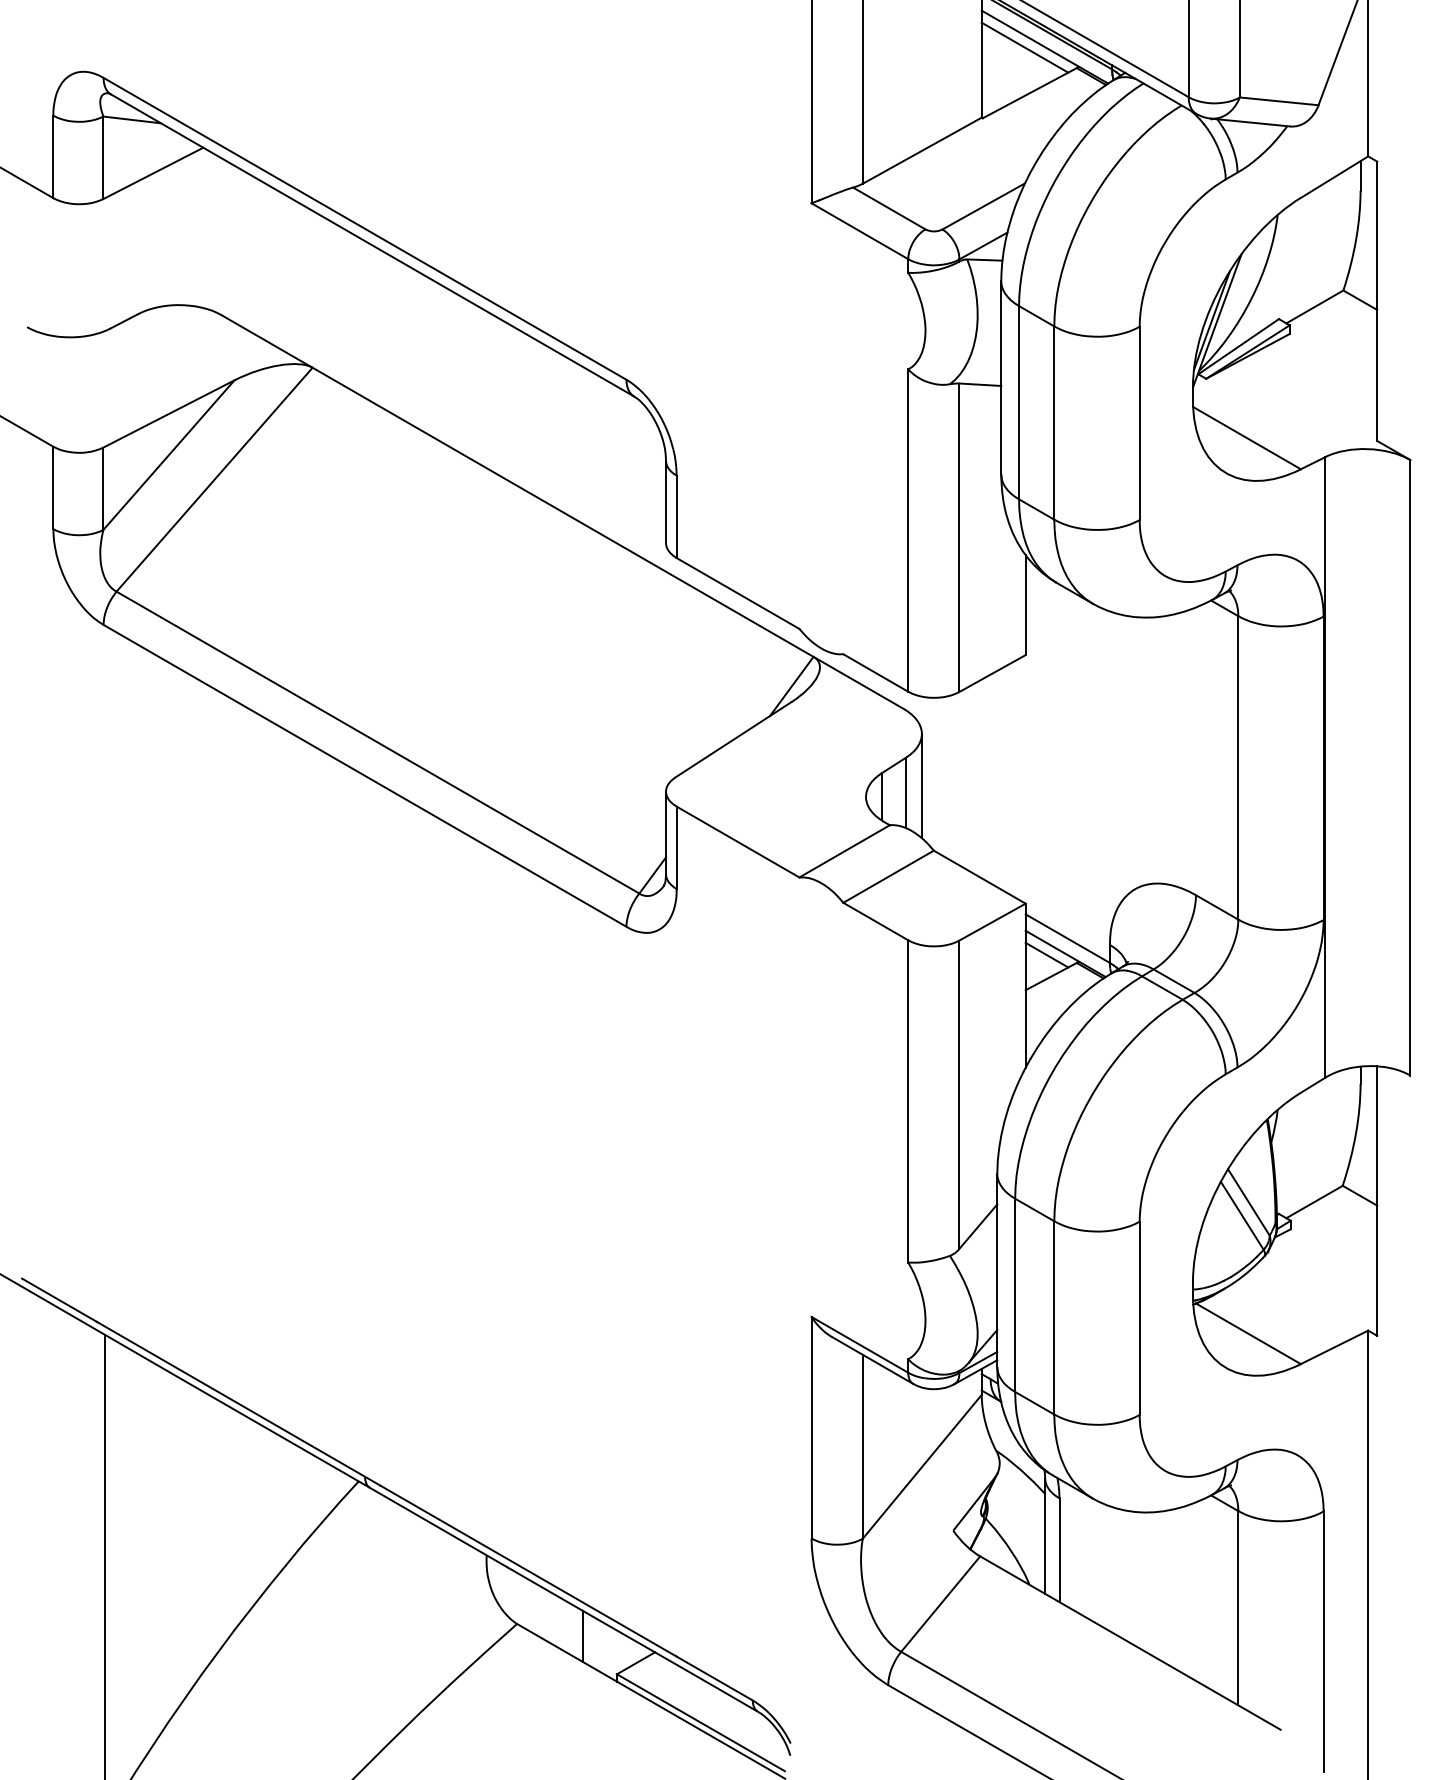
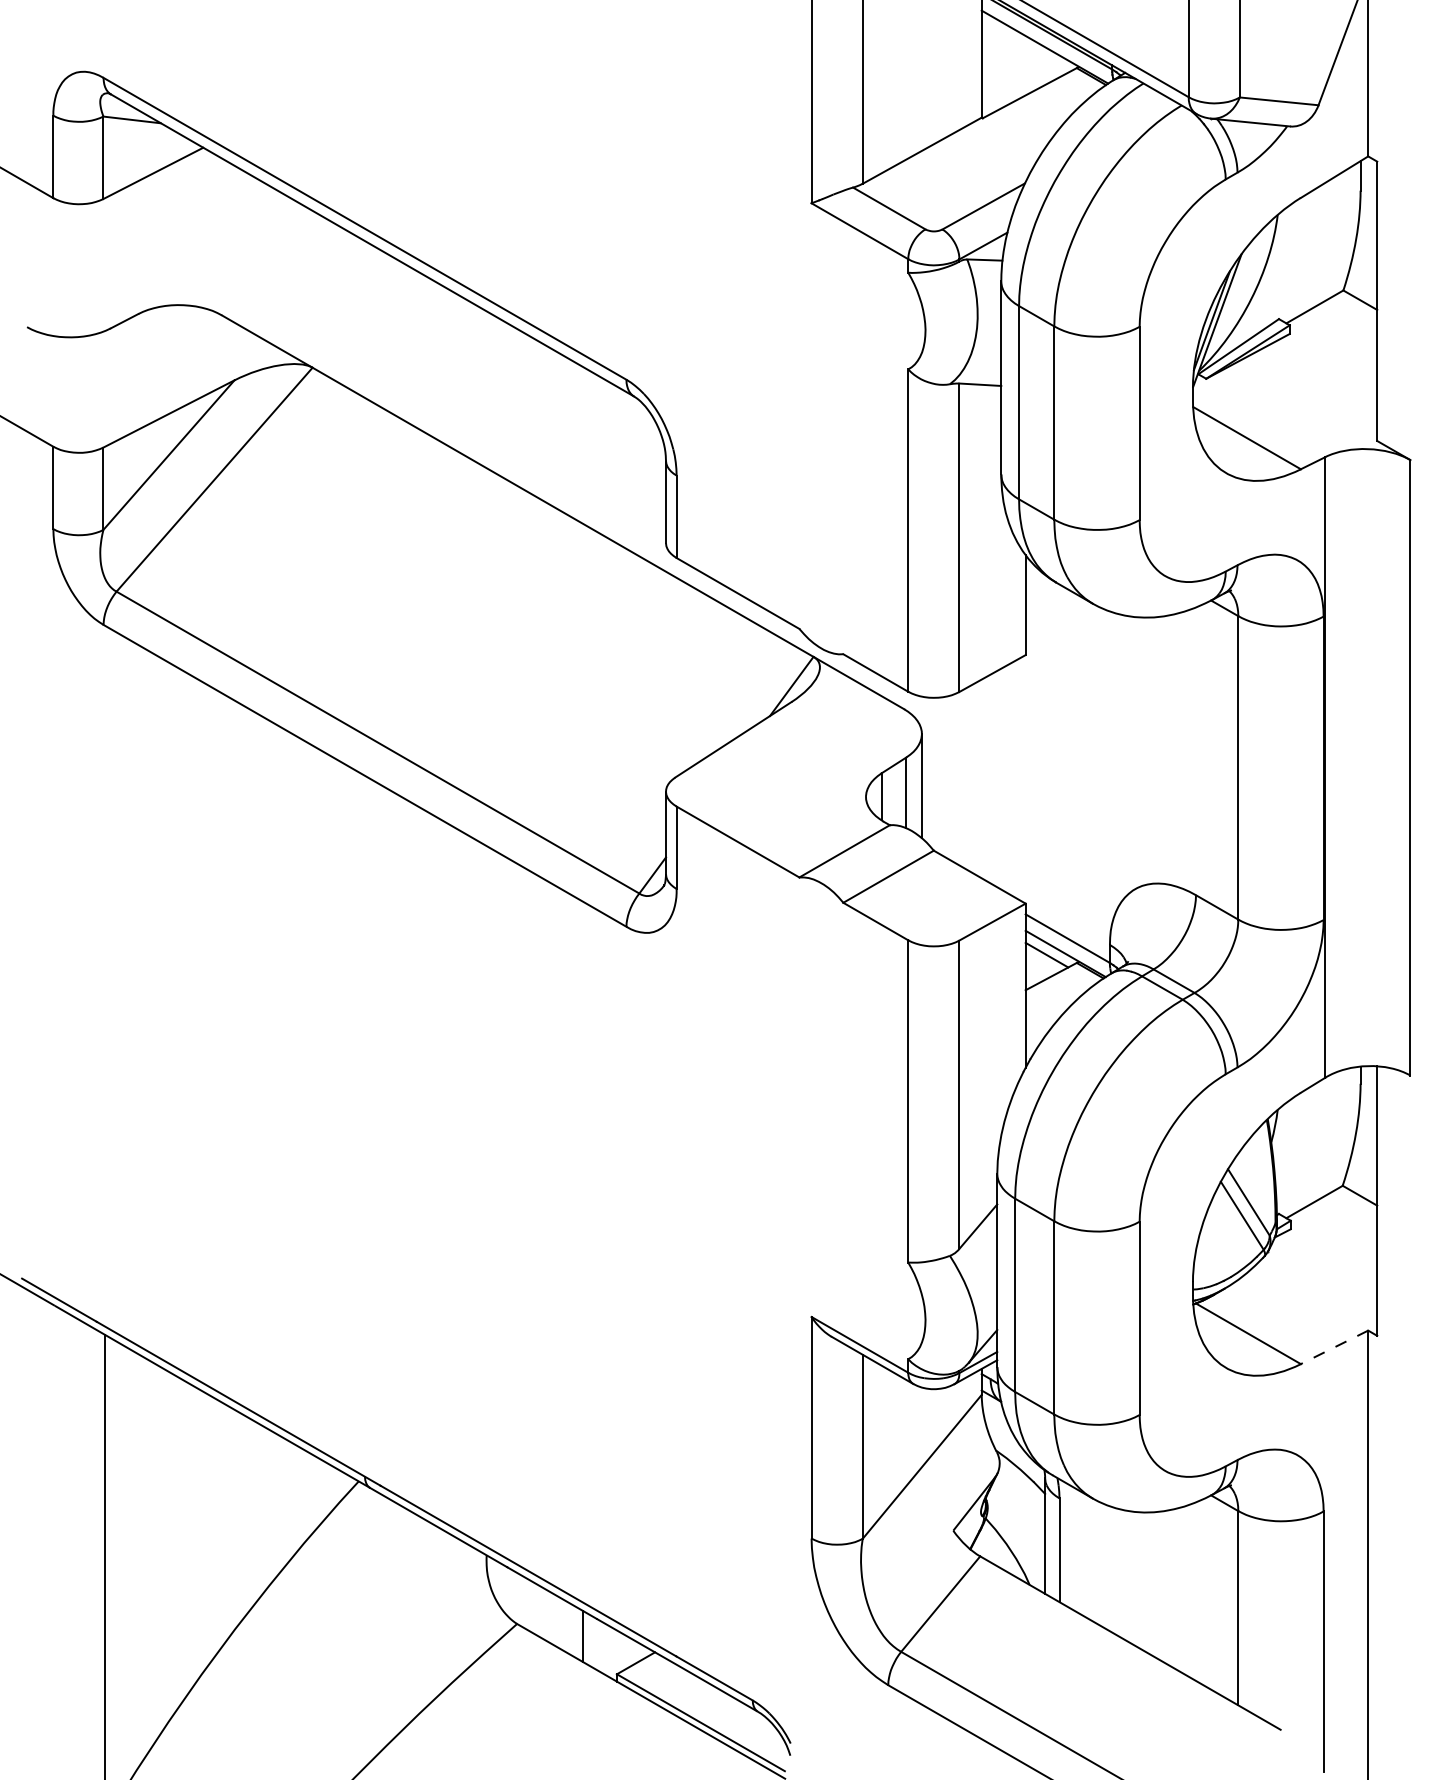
line at (1024, 47): present -> none
line at (1334, 1347): solid -> dashed
